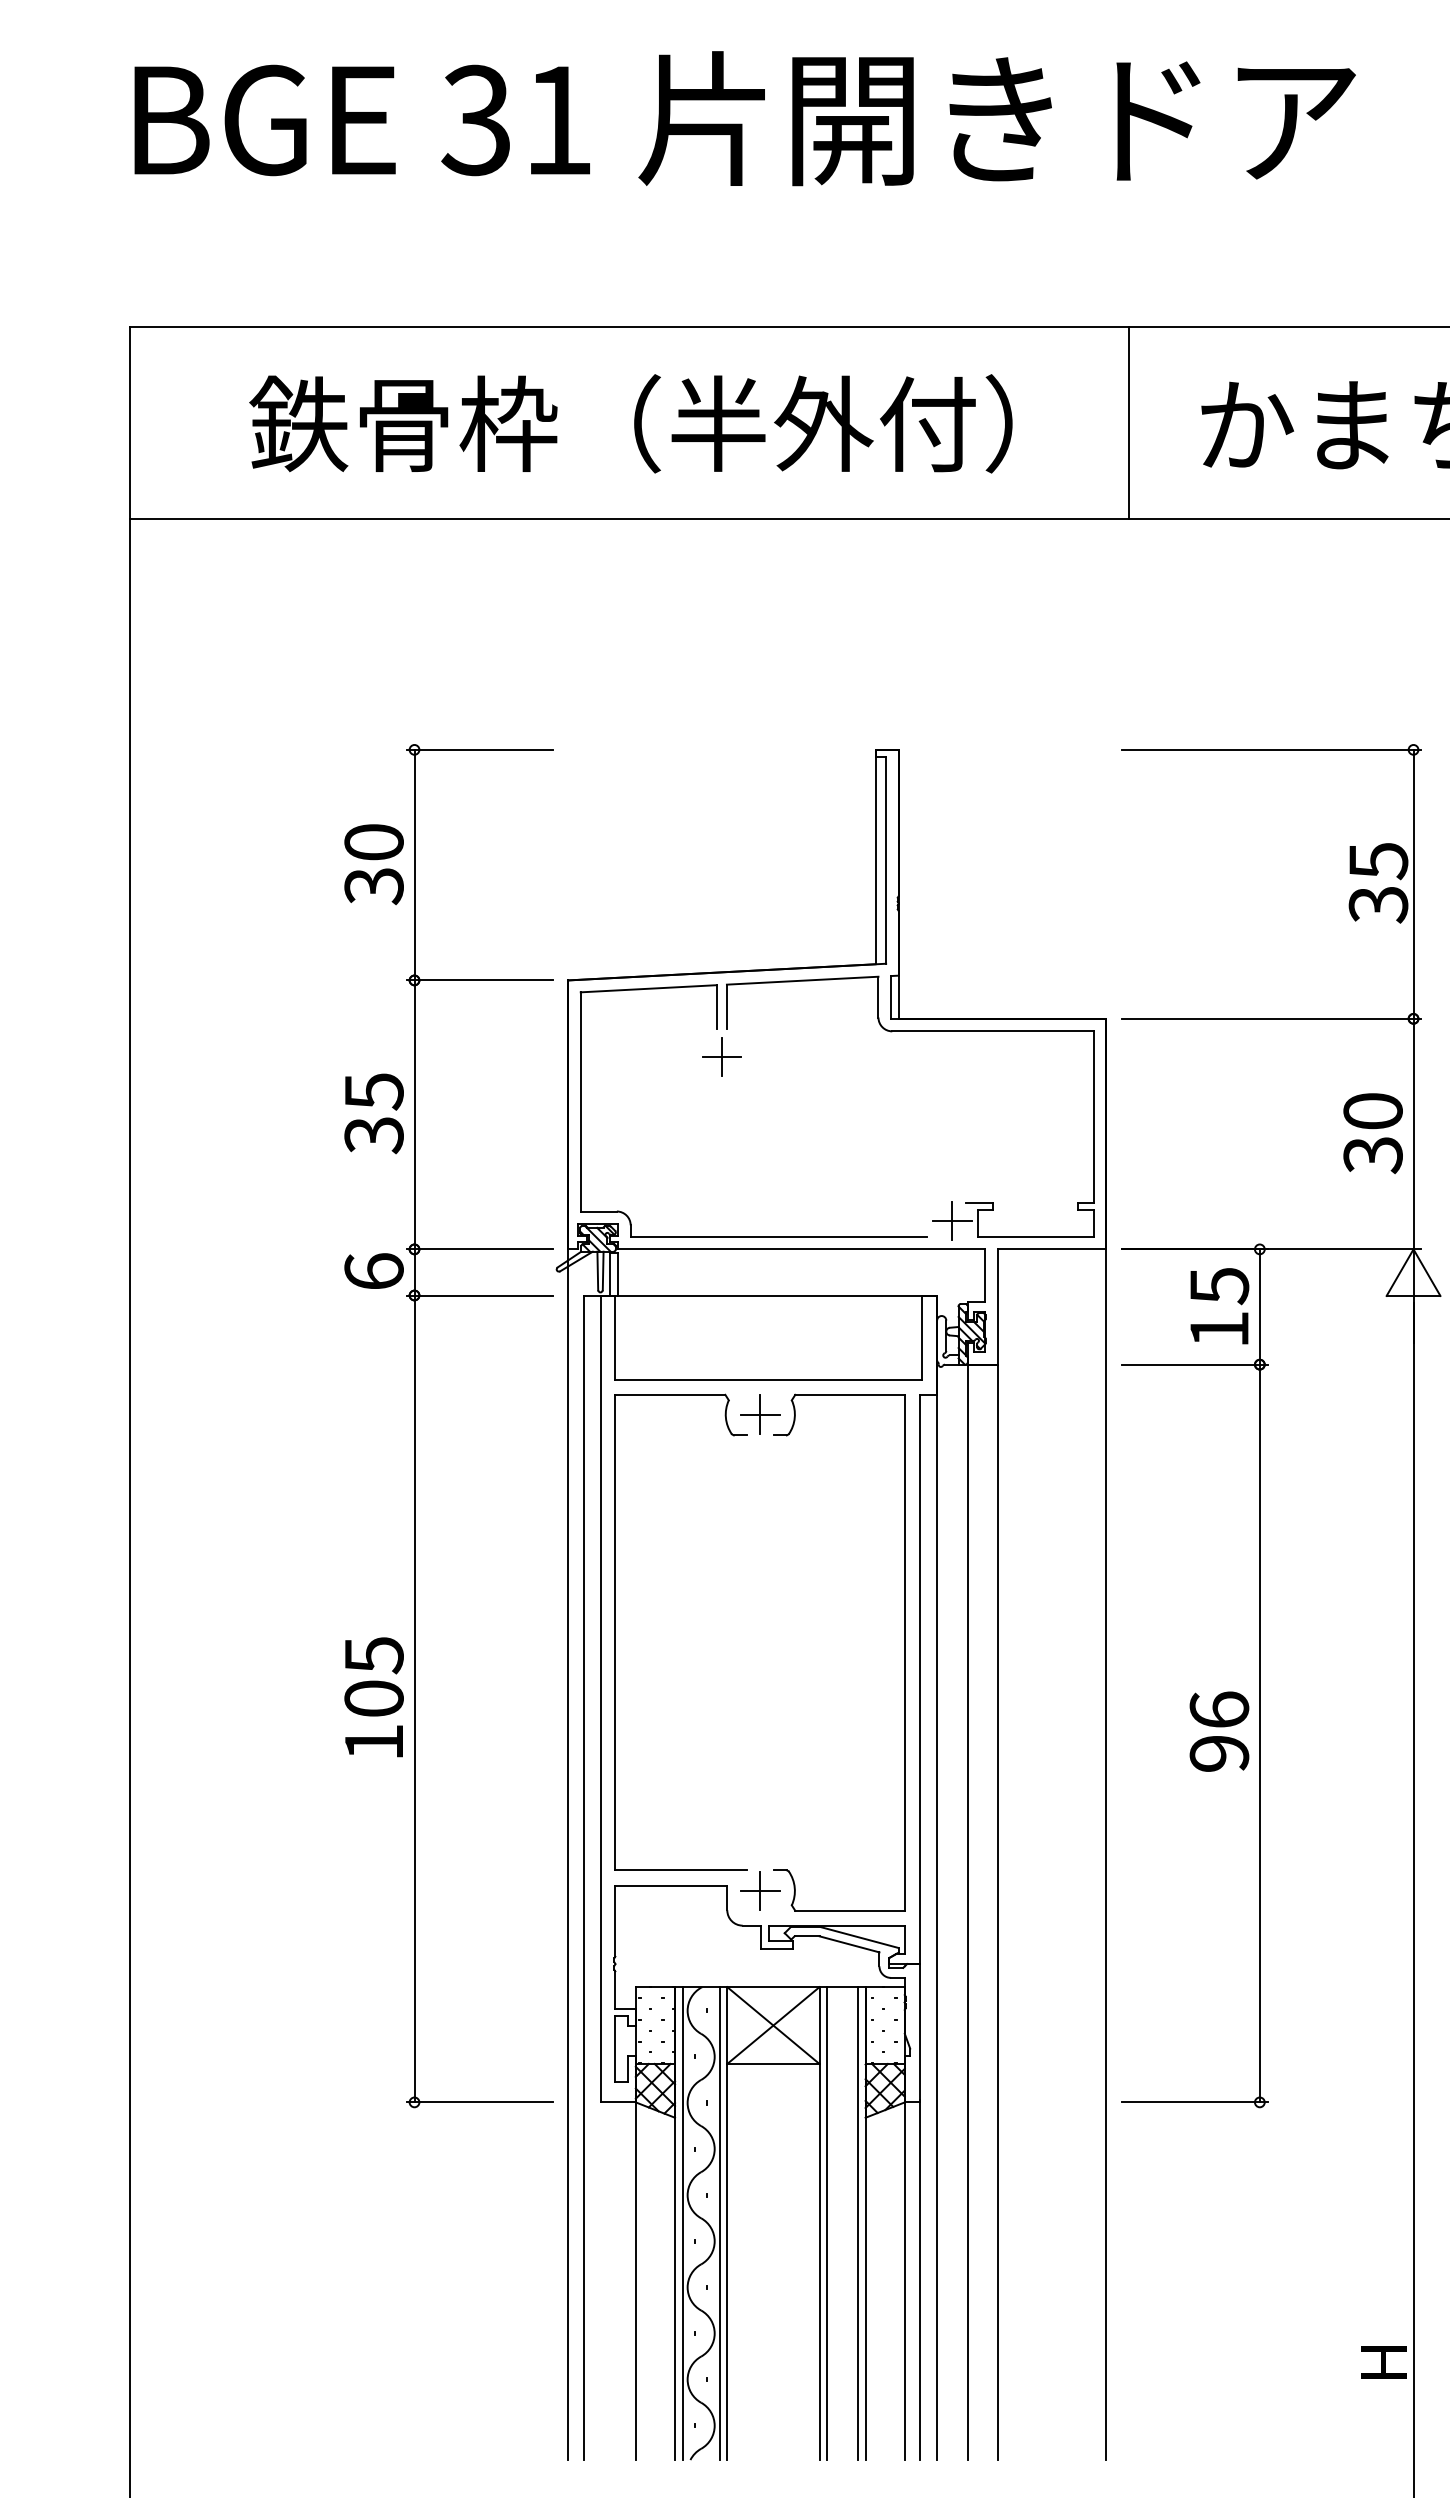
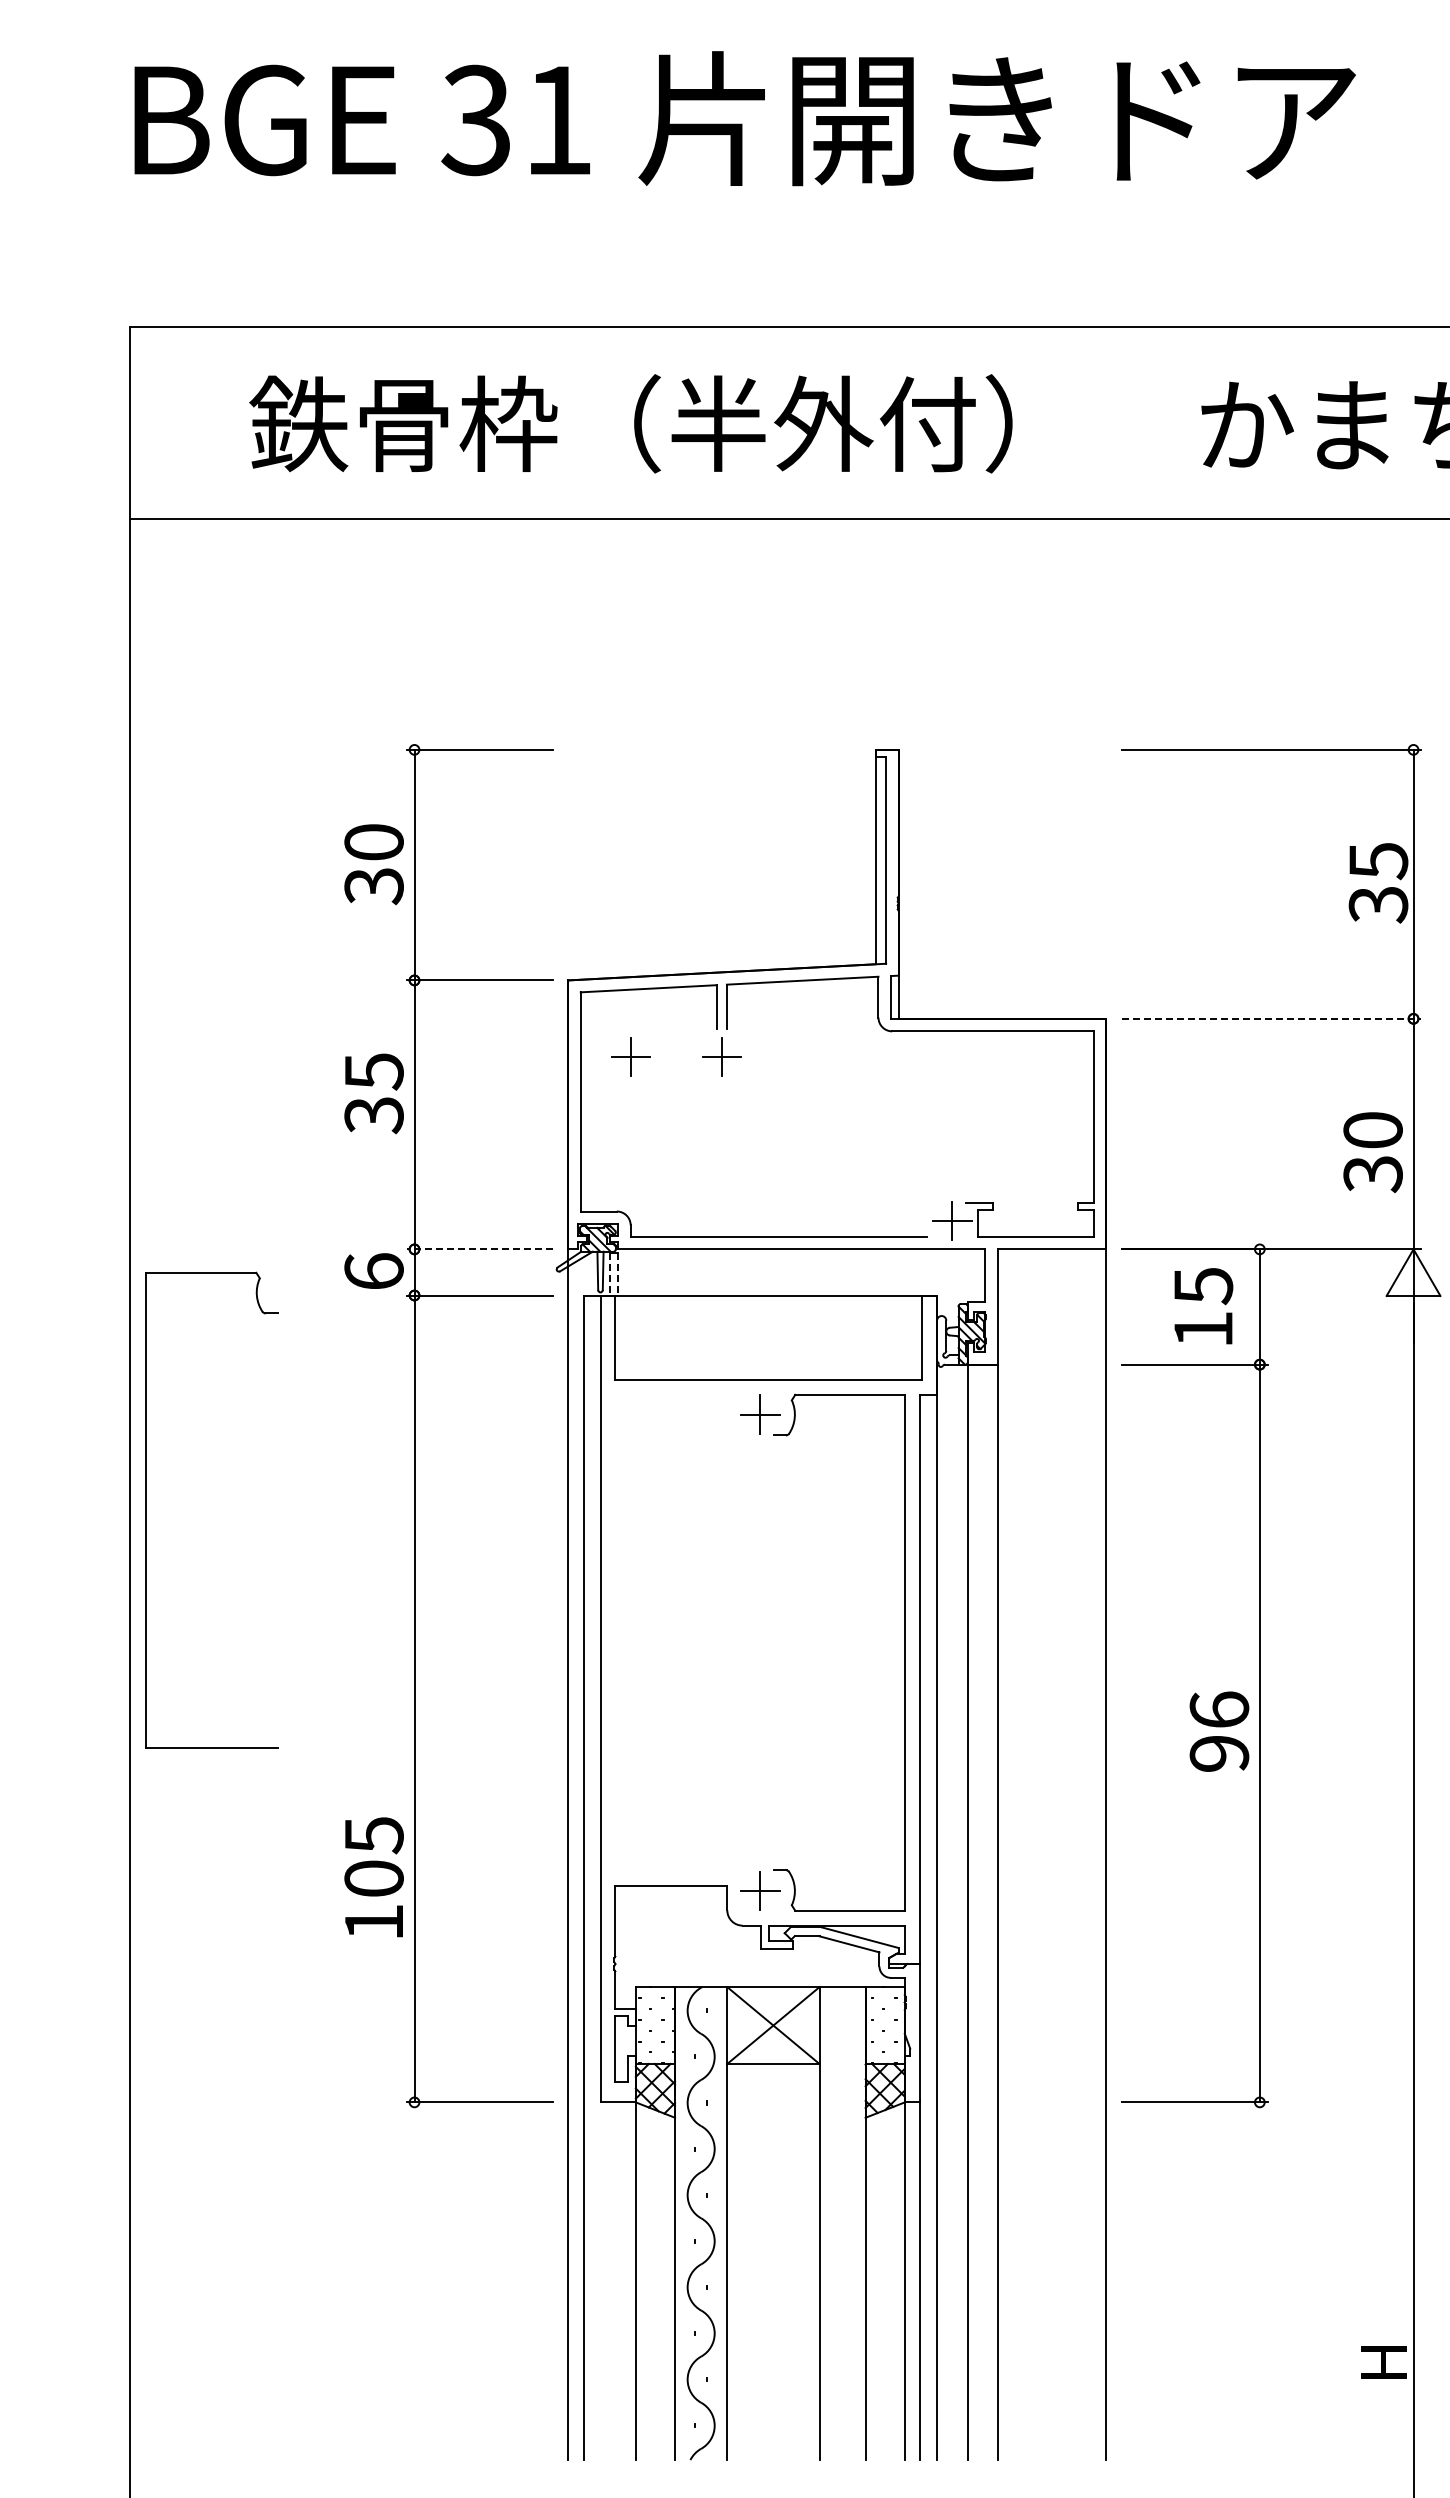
line at (1129, 423): present -> none
line at (1271, 1018): solid -> dashed
part at (630, 1056): none -> present
text at (373, 1113) position: (373, 1113) -> (373, 1093)
text at (1372, 1133) position: (1372, 1133) -> (1372, 1152)
line at (479, 1249): solid -> dashed
line at (610, 1274): solid -> dashed
line at (618, 1274): solid -> dashed
text at (1219, 1306) position: (1219, 1306) -> (1203, 1306)
part at (615, 1631) position: (615, 1631) -> (146, 1509)
text at (373, 1697) position: (373, 1697) -> (373, 1877)
line at (682, 2223): present -> none
line at (719, 2223): present -> none
line at (827, 2223): present -> none
line at (857, 2223): present -> none
